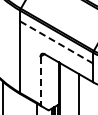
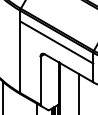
line at (57, 42): dashed -> solid
line at (40, 81): dashed -> solid
